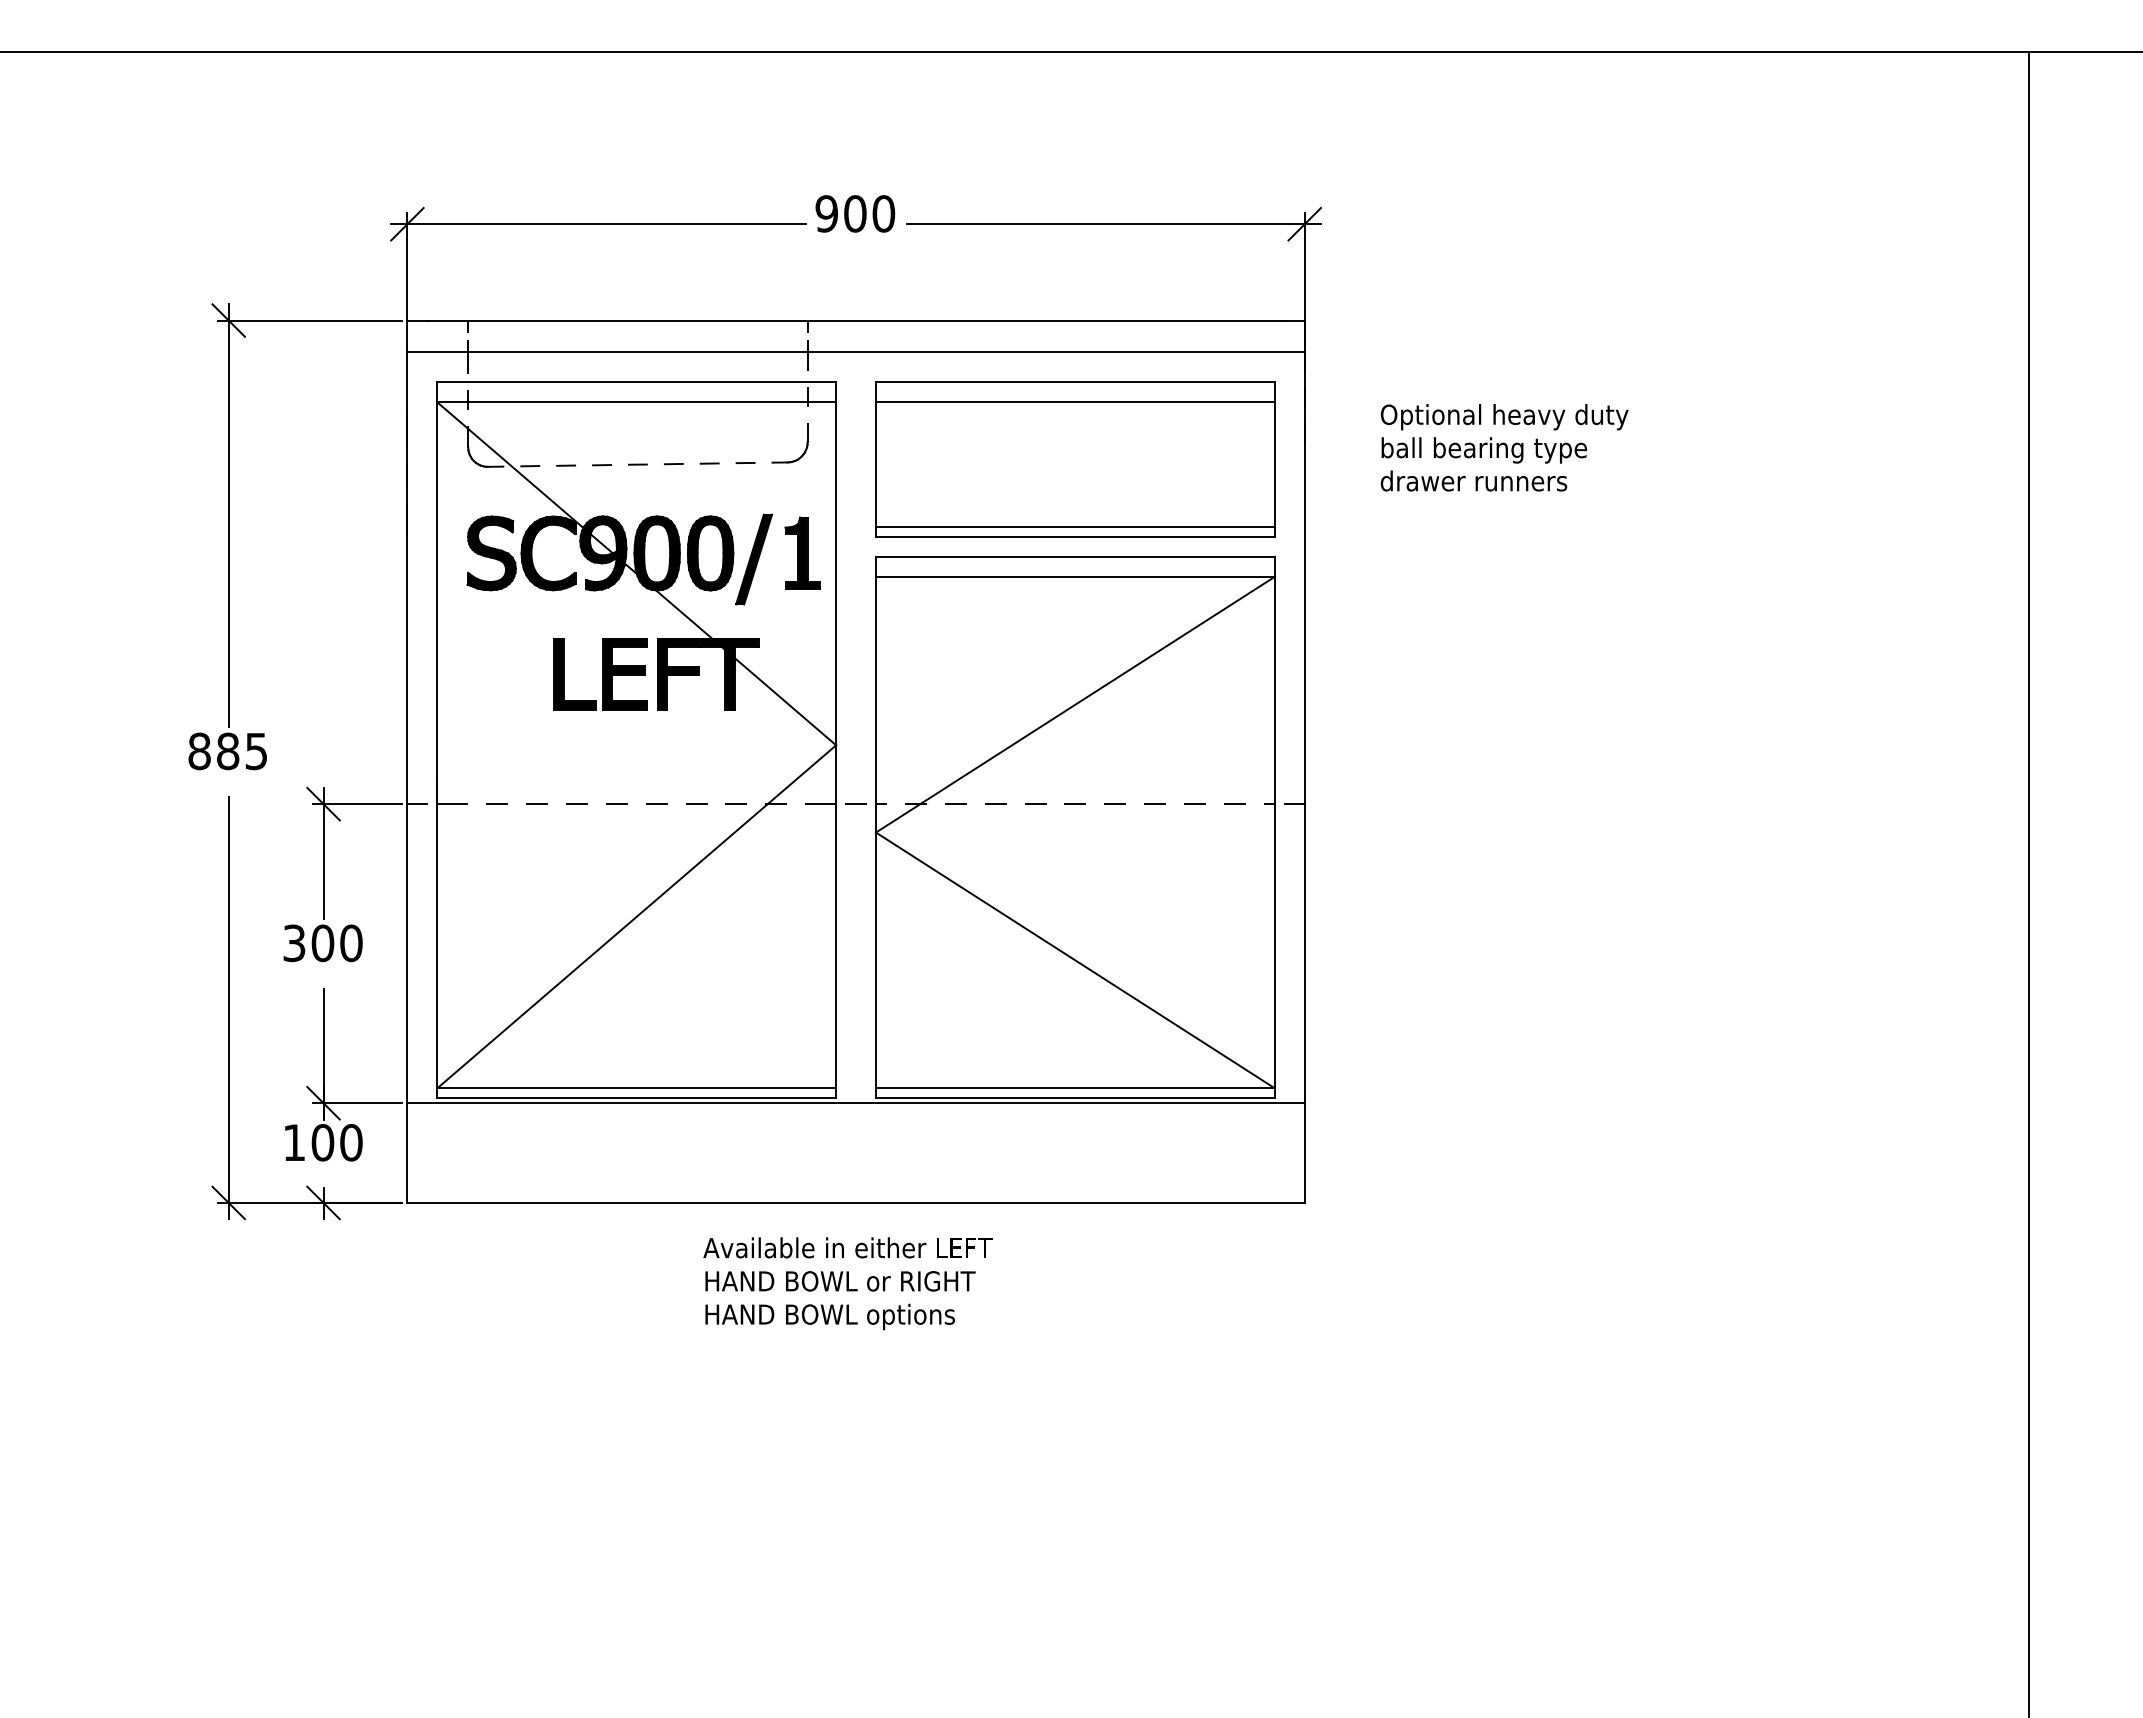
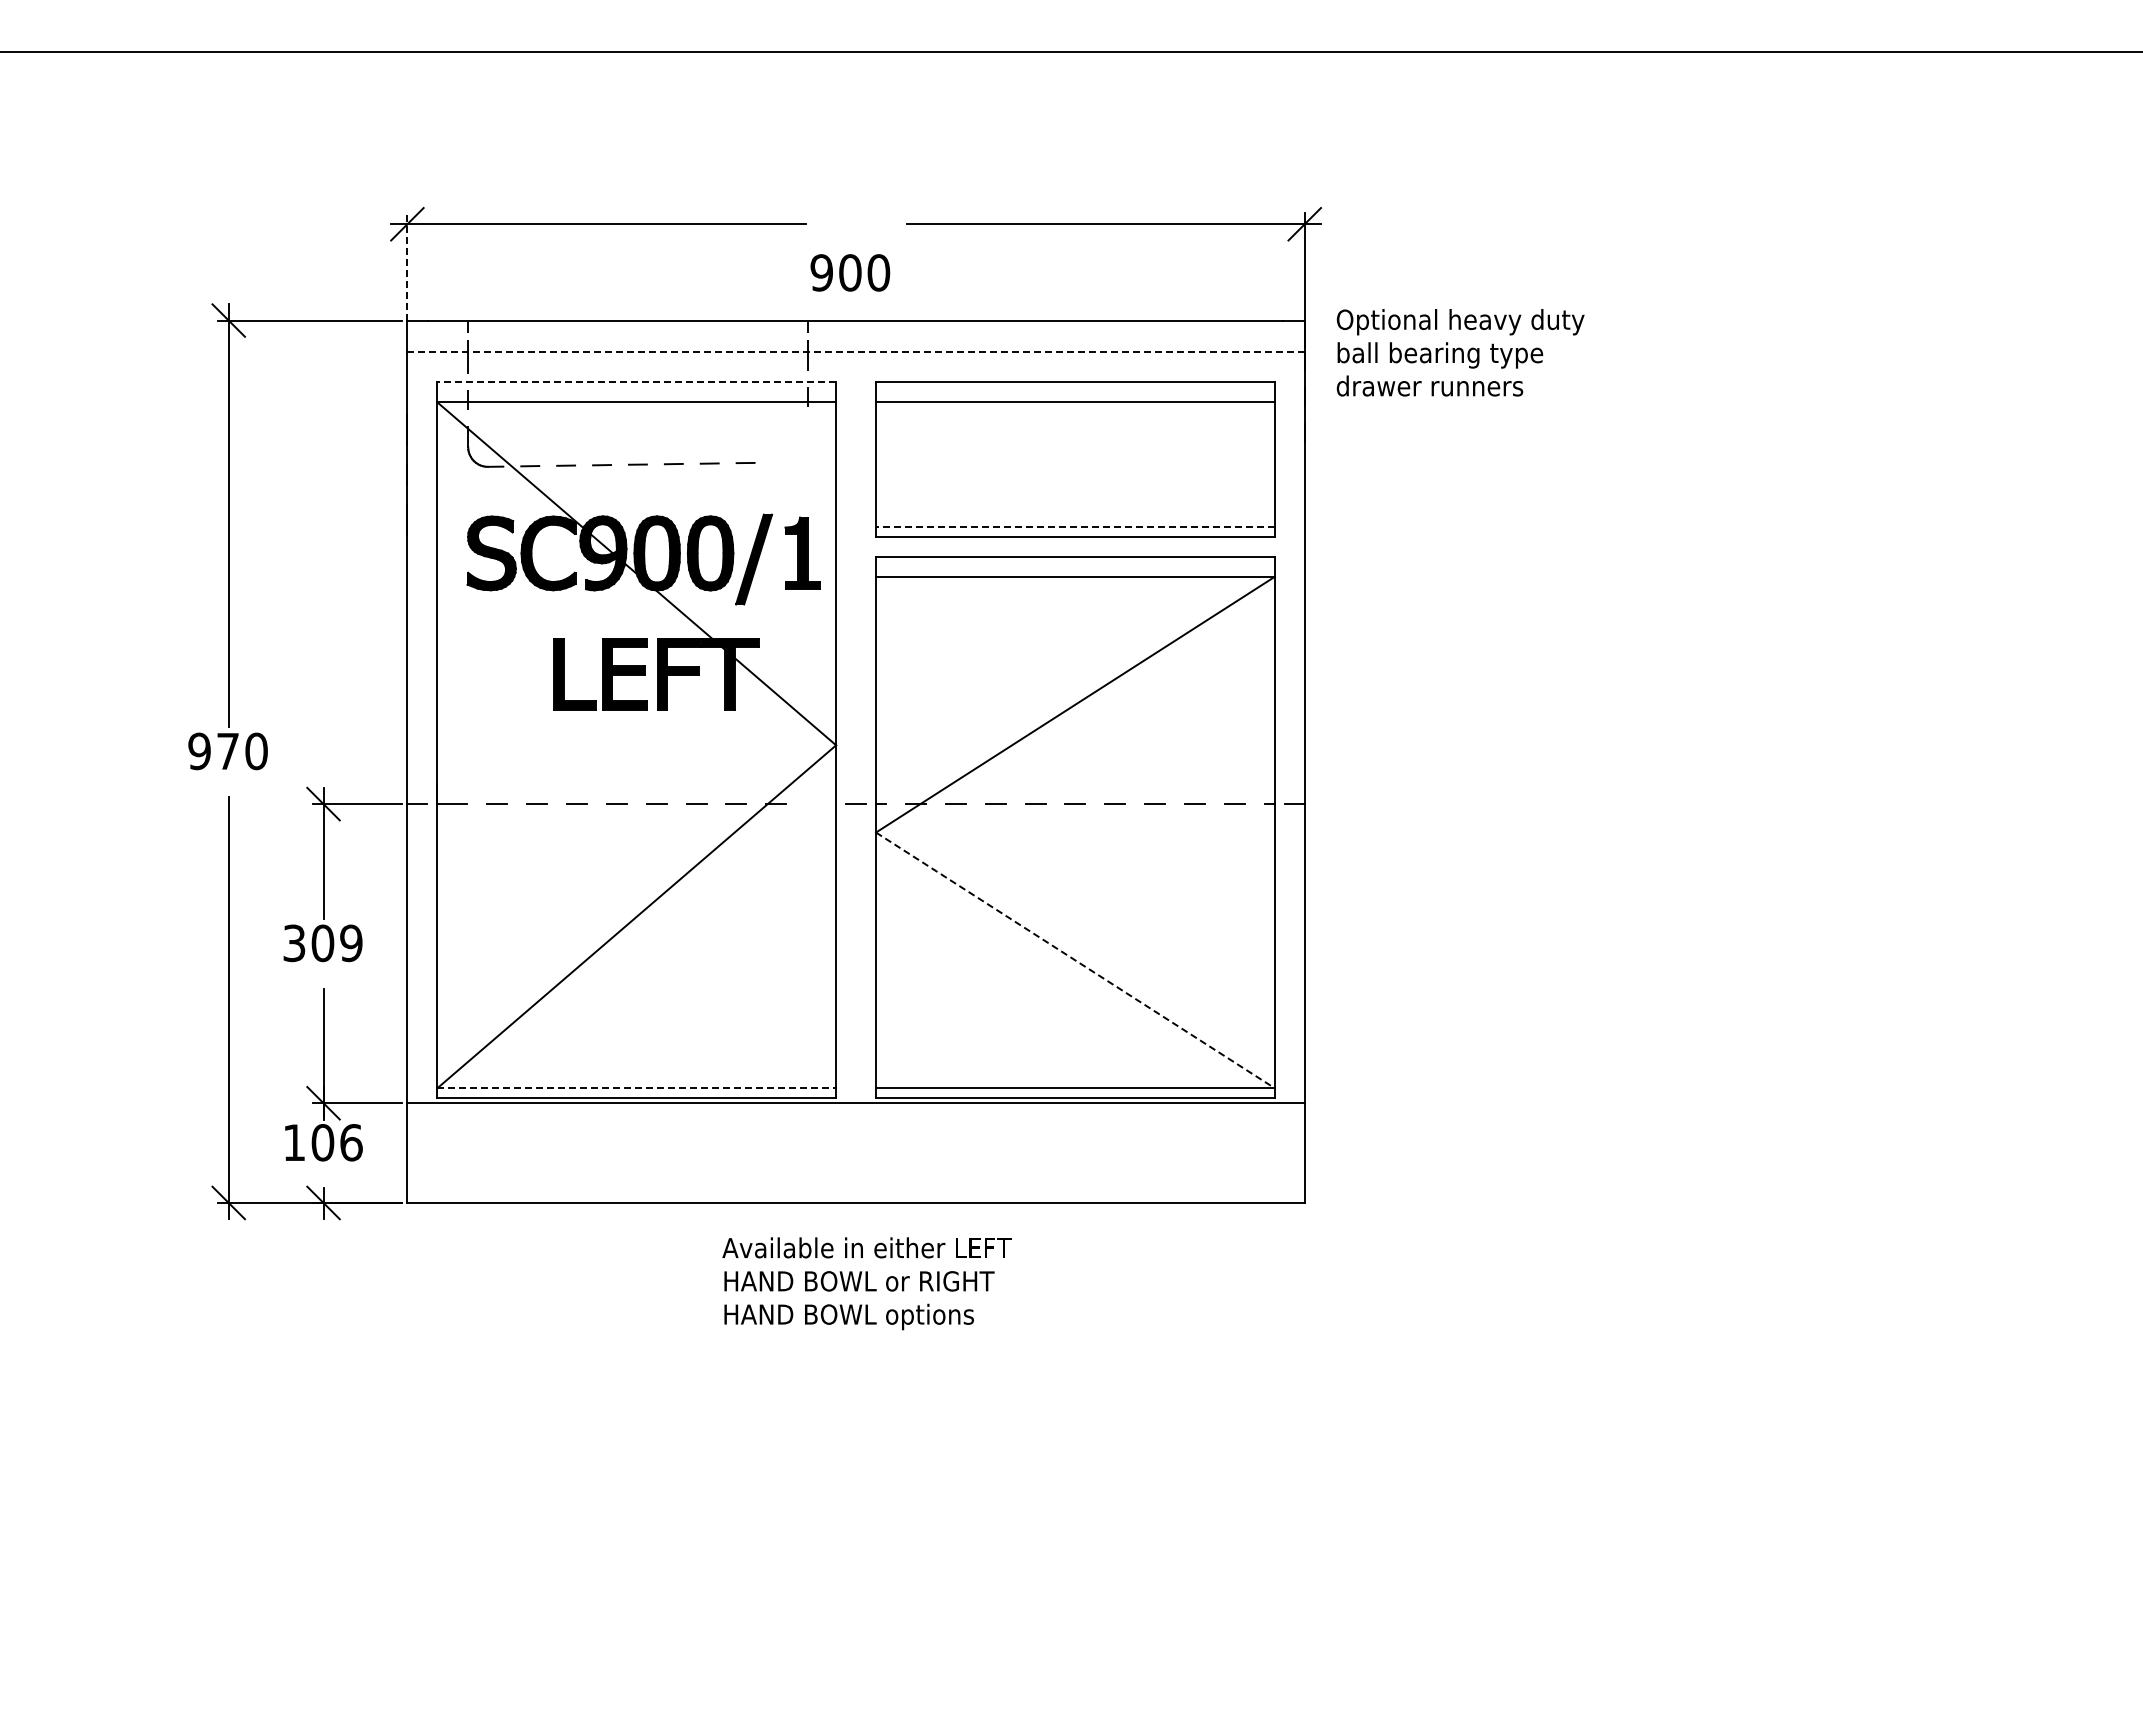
text at (855, 213) position: (855, 213) -> (850, 272)
line at (407, 266): solid -> dashed
line at (856, 352): solid -> dashed
line at (636, 382): solid -> dashed
text at (1504, 447) position: (1504, 447) -> (1460, 352)
part at (802, 453): present -> none
line at (1074, 526): solid -> dashed
text at (227, 751): 885 -> 970
line at (821, 804): present -> none
line at (2029, 882): present -> none
text at (351, 943): 300 -> 309
line at (1075, 960): solid -> dashed
line at (637, 1088): solid -> dashed
text at (351, 1142): 100 -> 106
text at (847, 1283) position: (847, 1283) -> (866, 1283)
